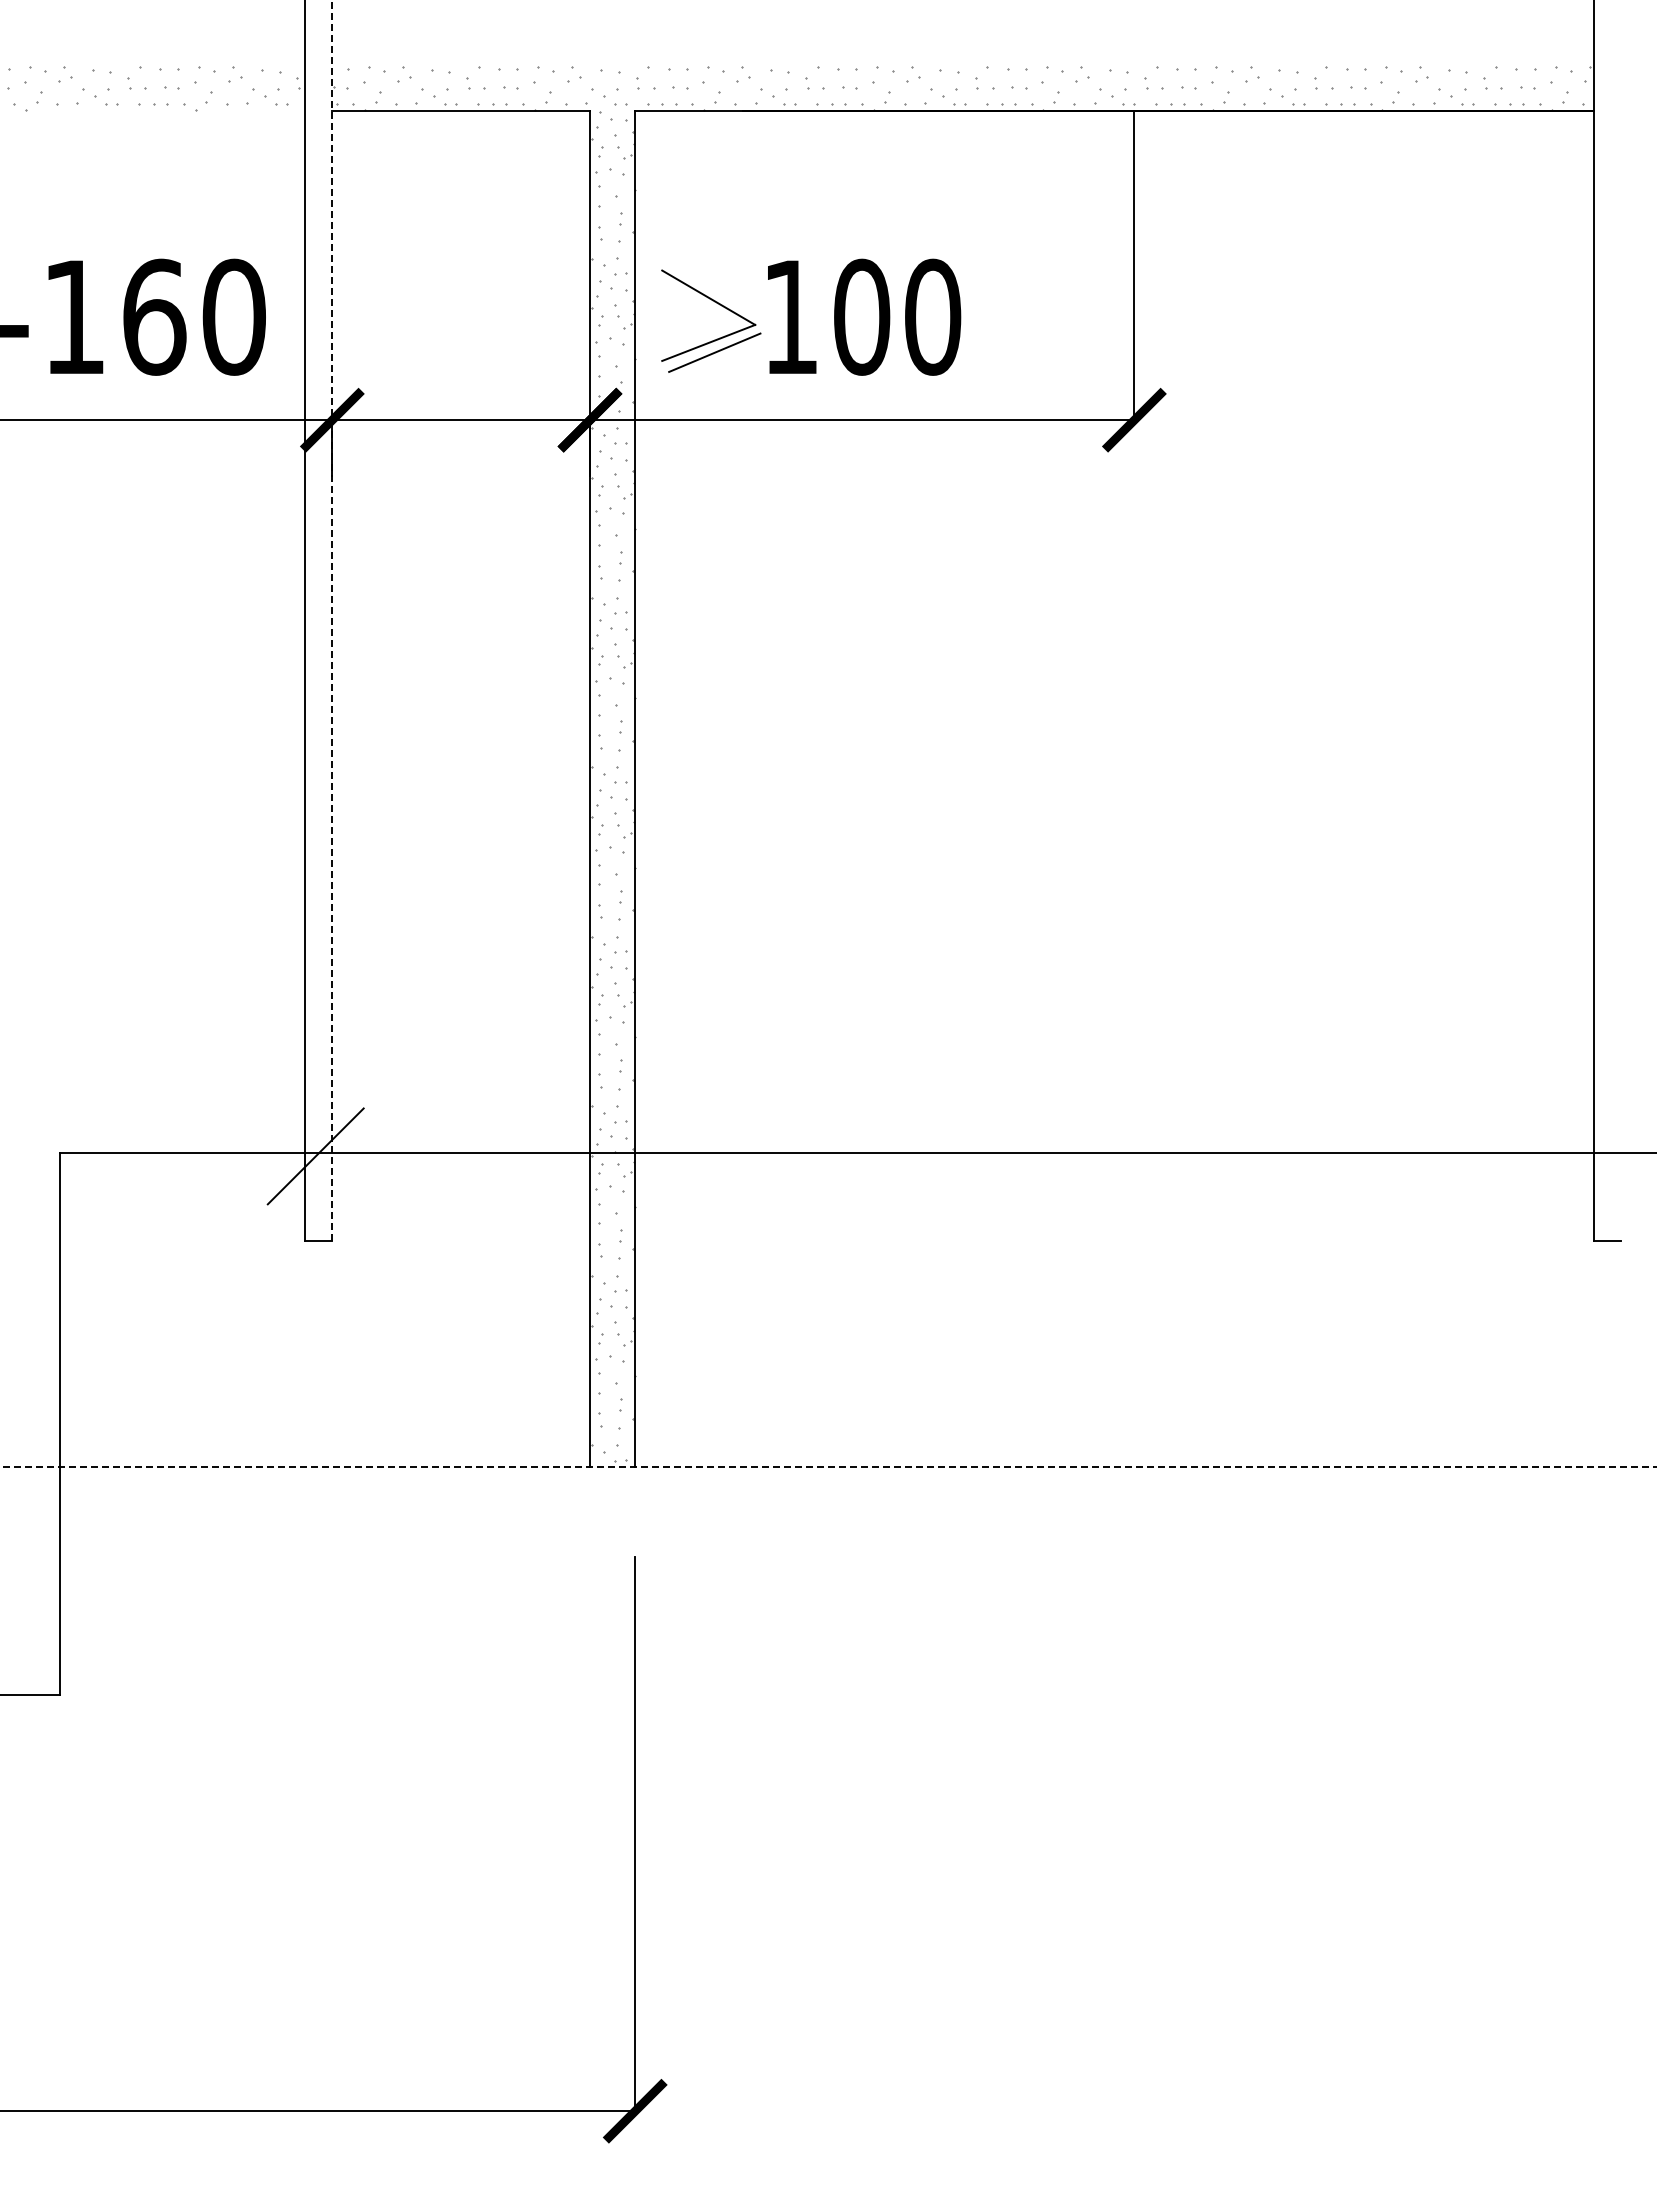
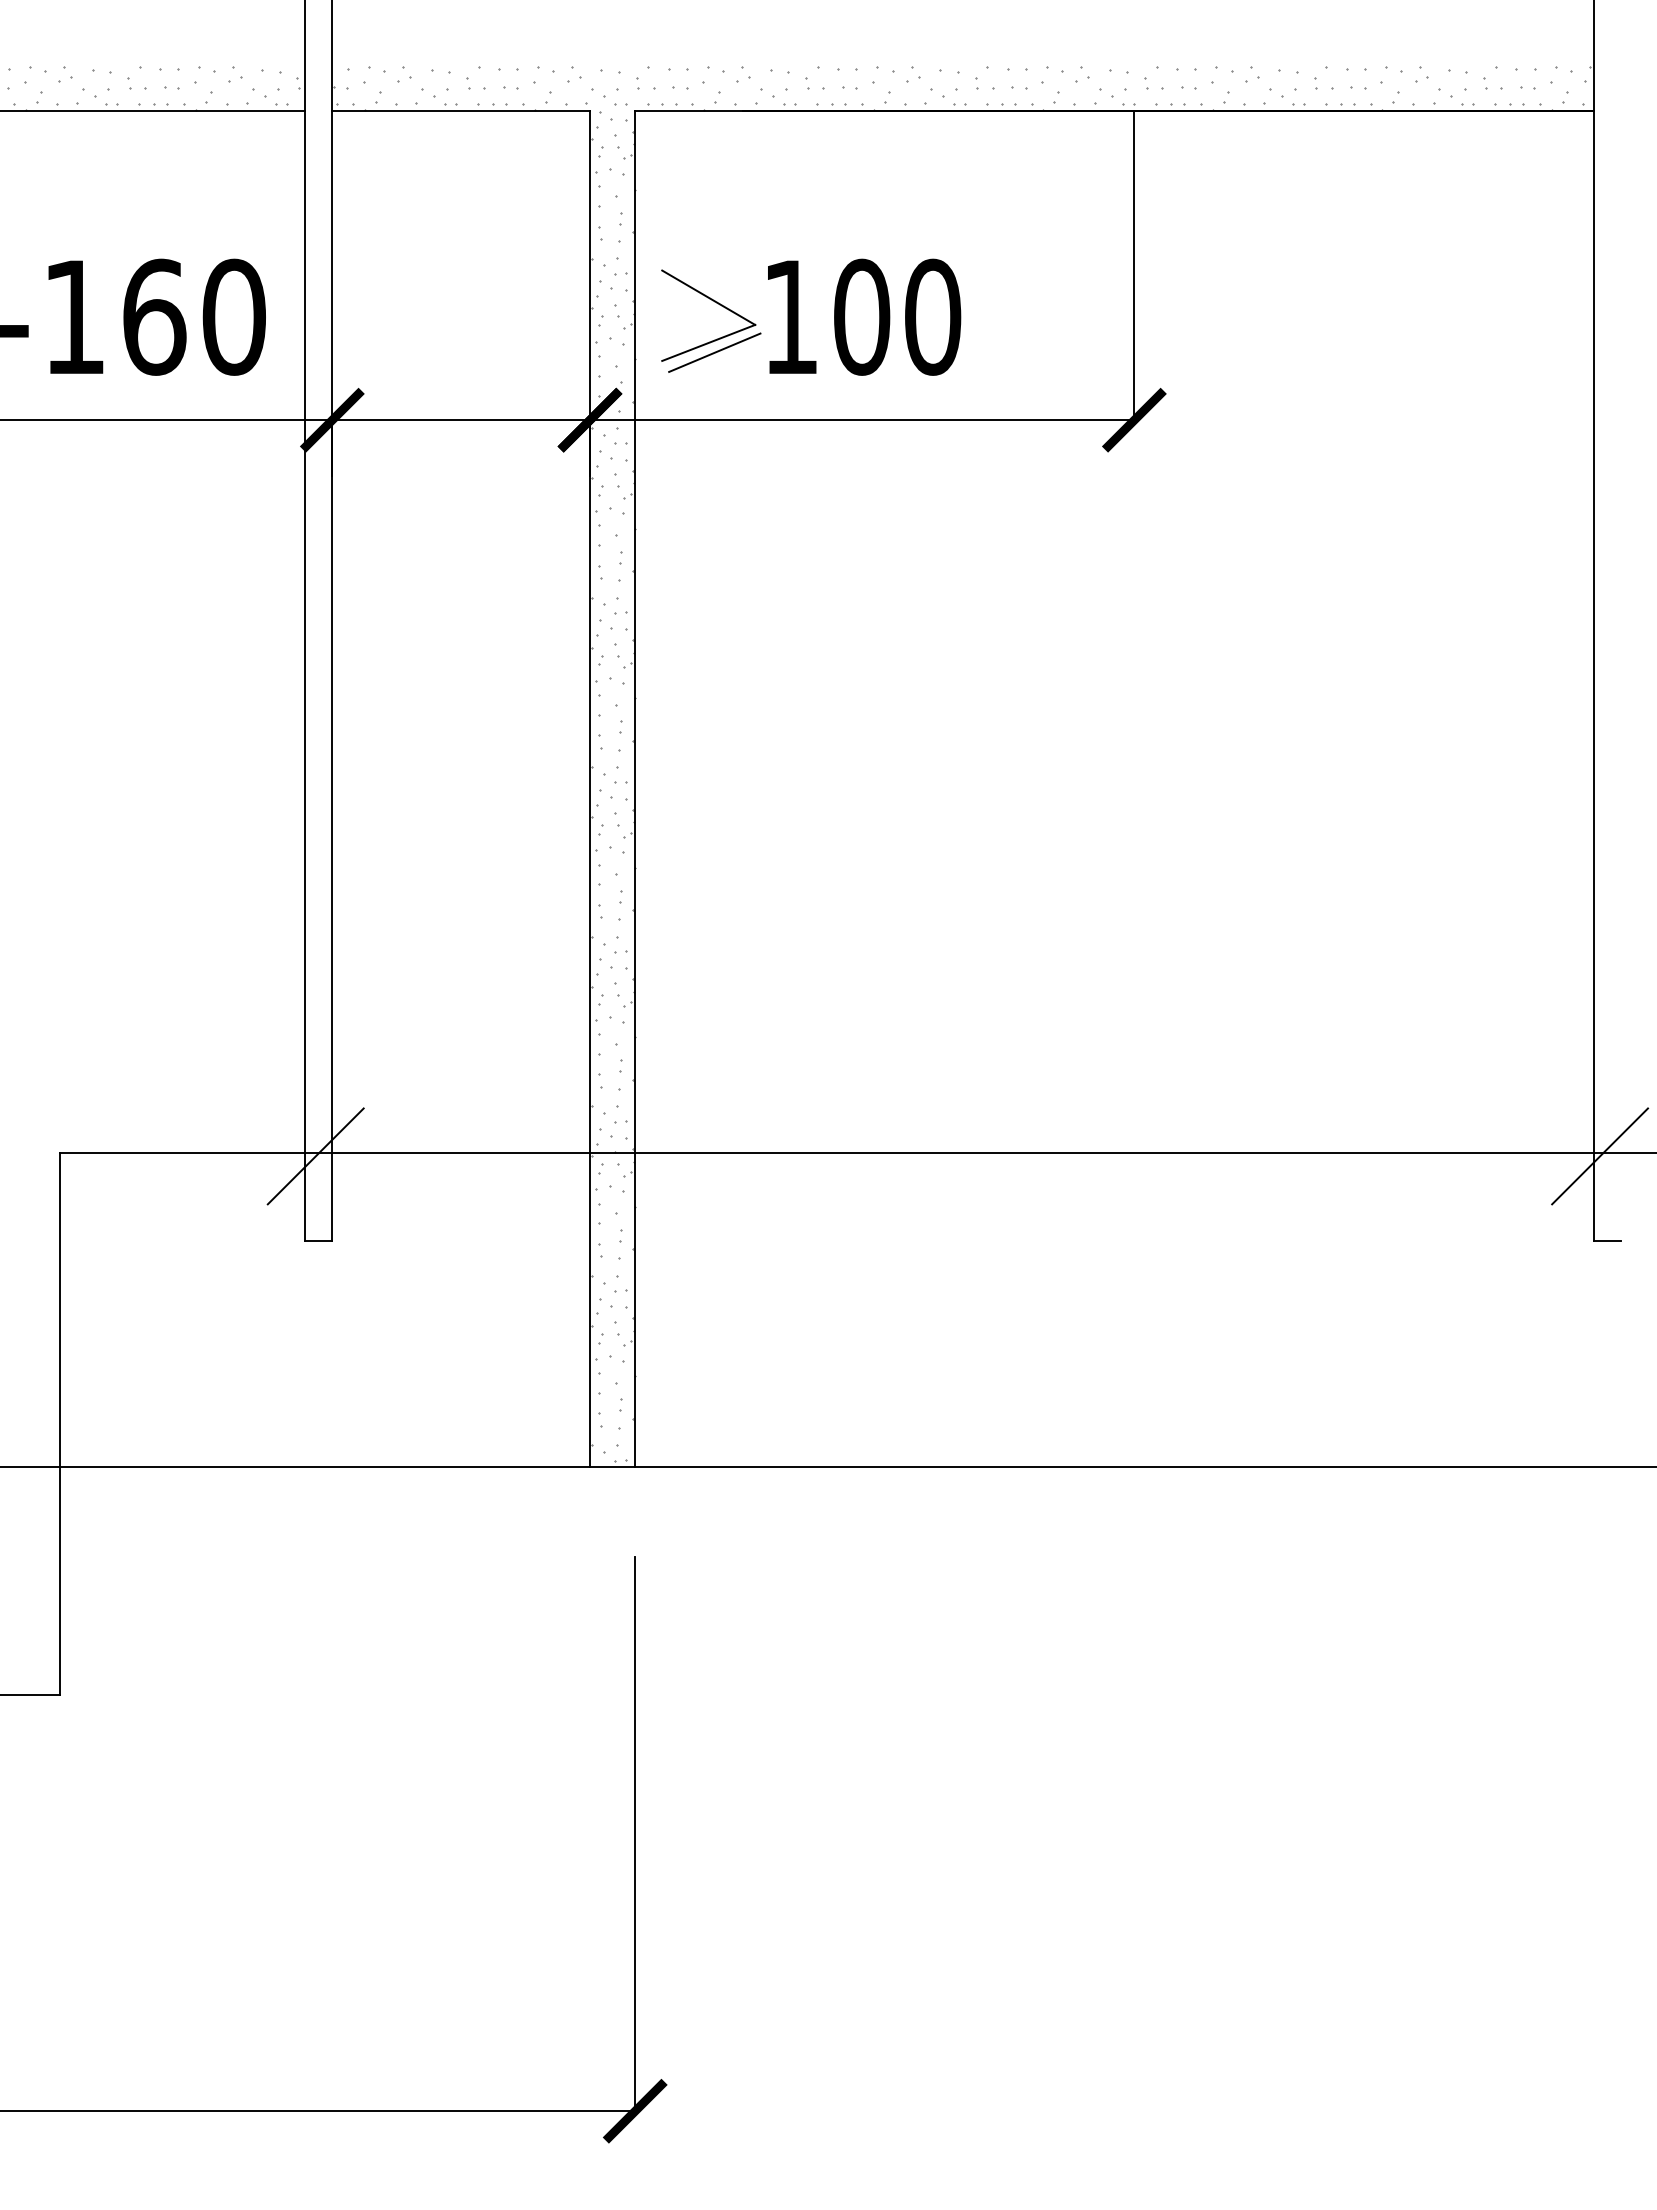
line at (153, 110): none -> present
line at (332, 619): dashed -> solid
line at (1600, 1156): none -> present
line at (828, 1466): dashed -> solid
